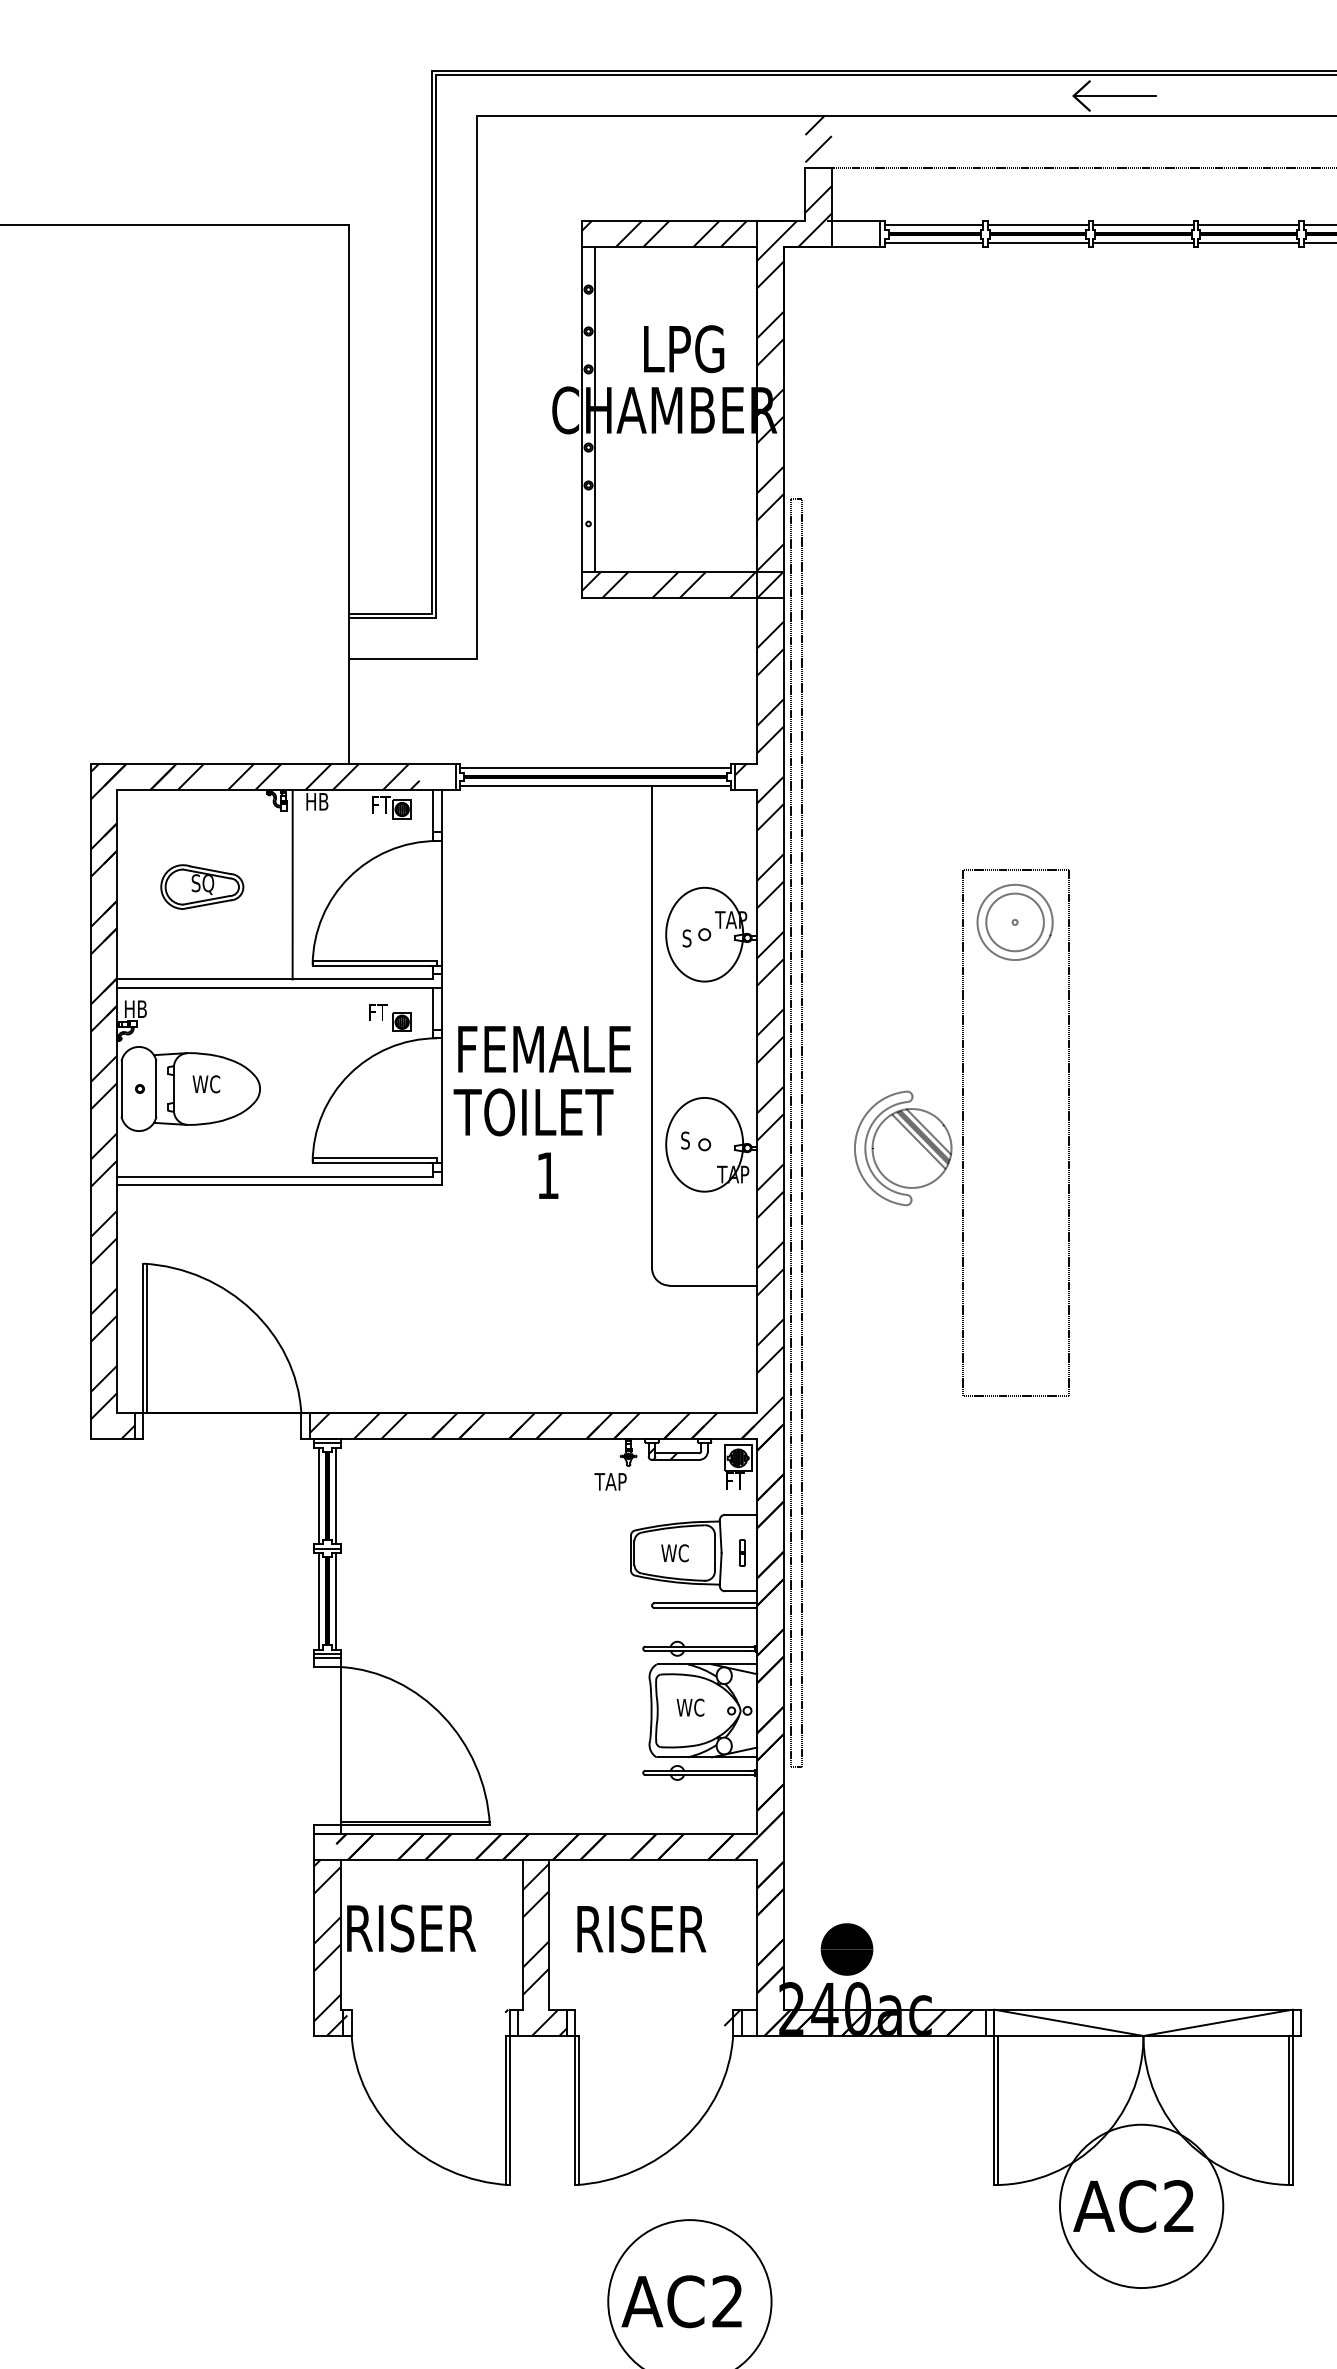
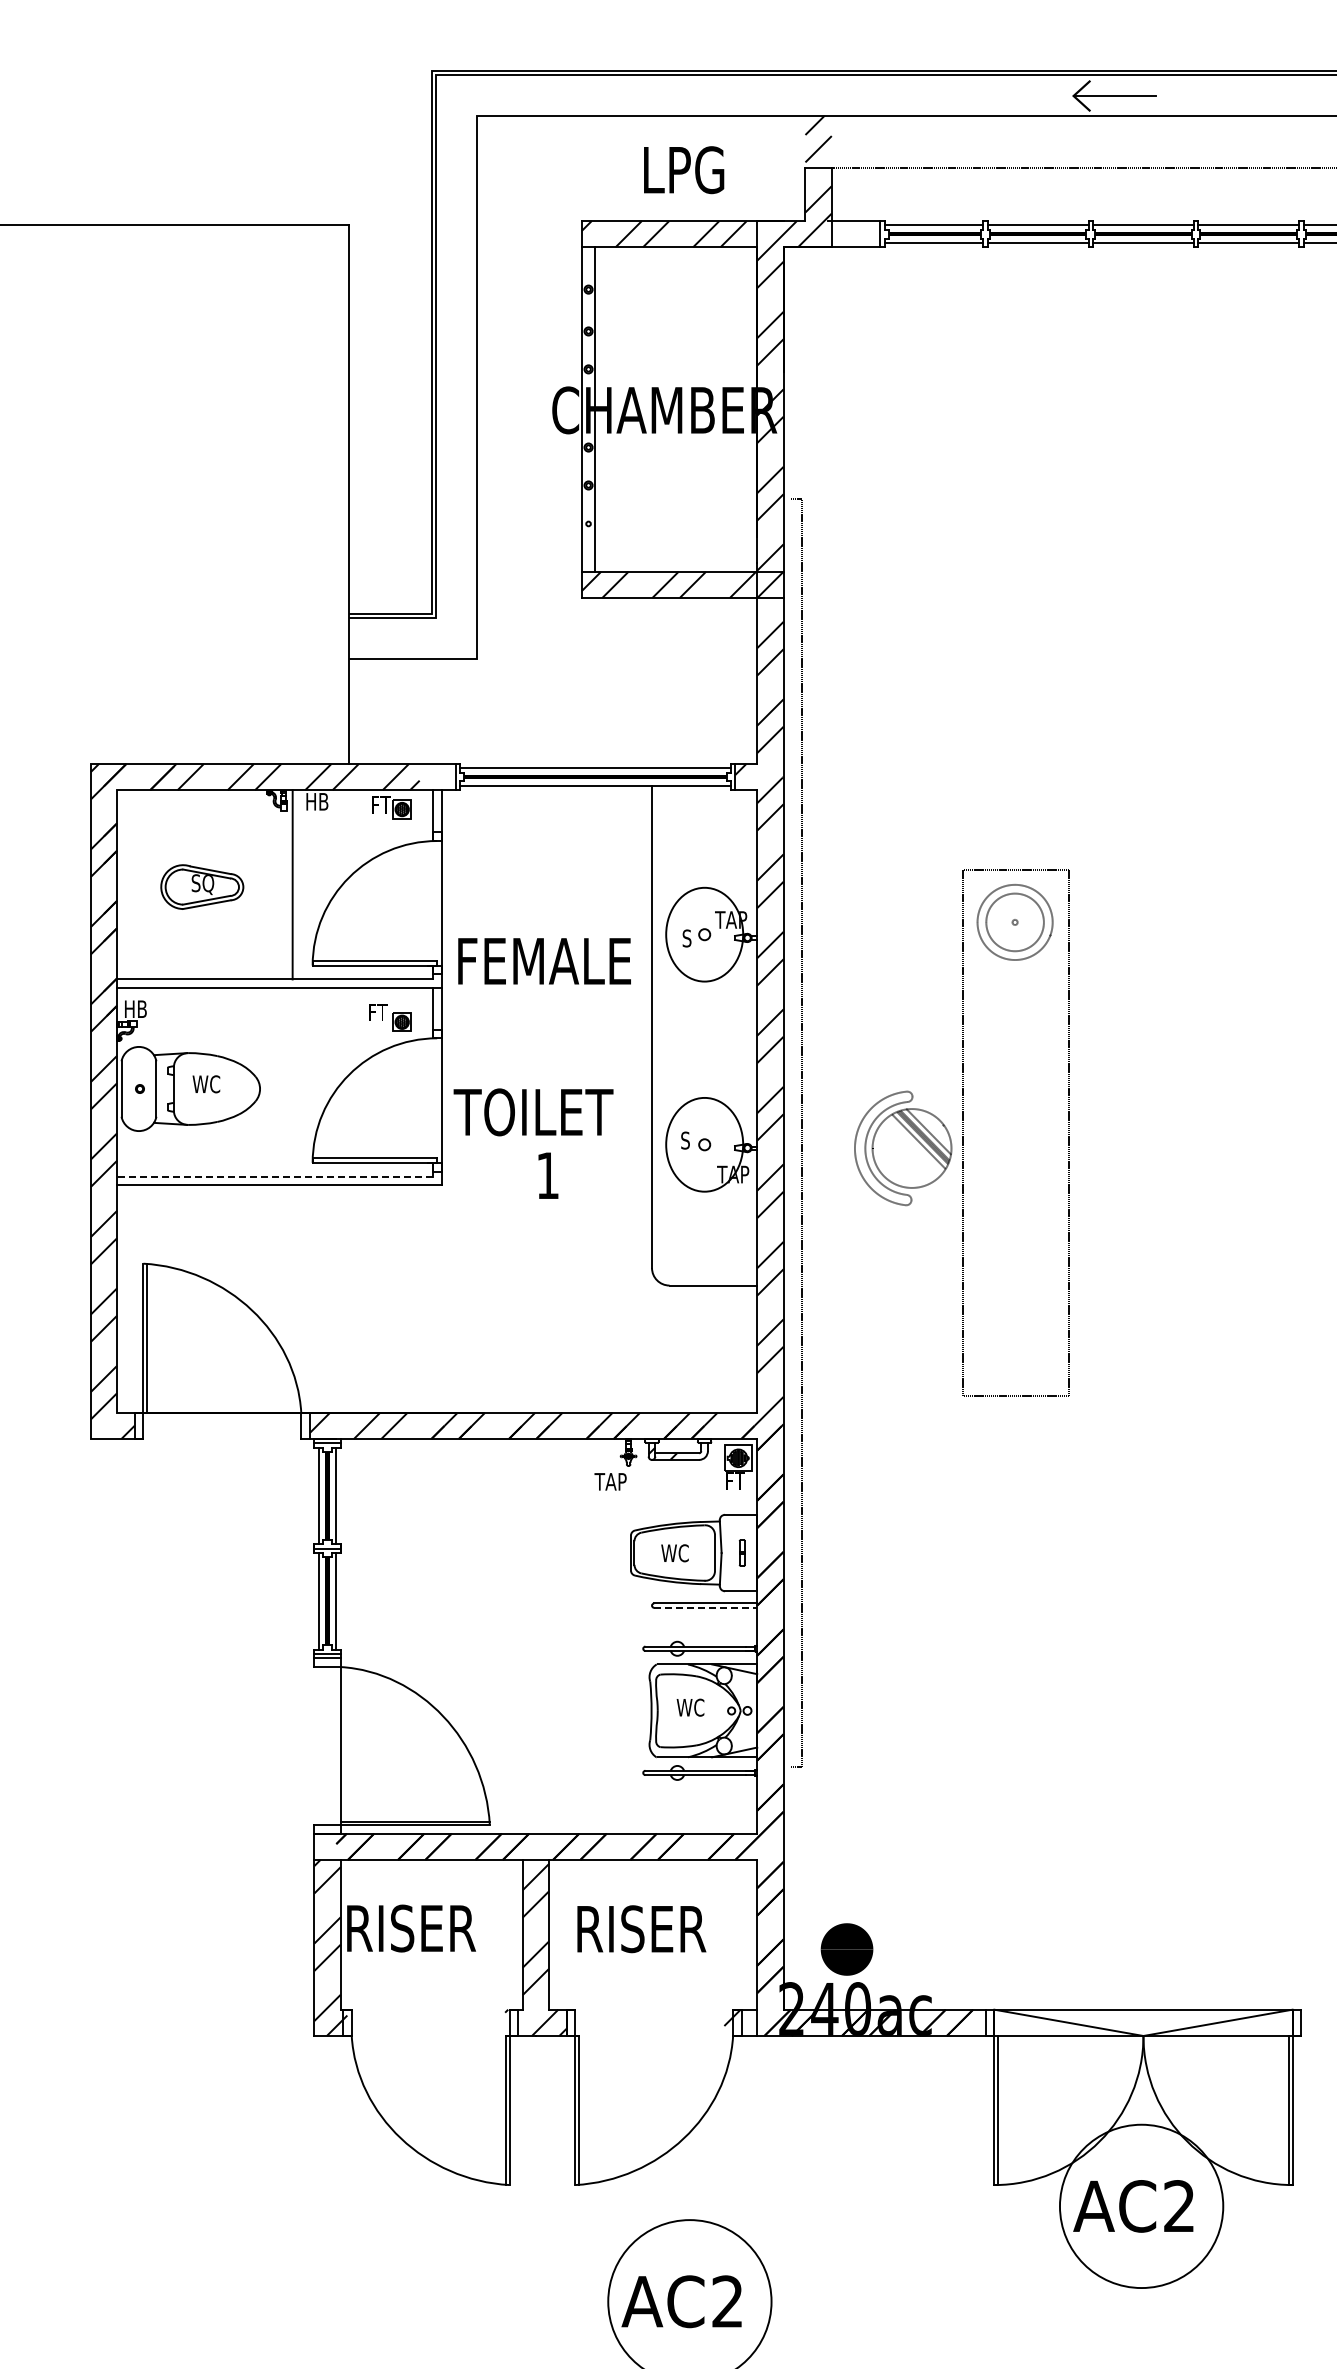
text at (684, 349) position: (684, 349) -> (684, 170)
text at (544, 1049) position: (544, 1049) -> (544, 961)
line at (791, 1132): present -> none
line at (274, 1176): solid -> dashed
line at (705, 1607): solid -> dashed
